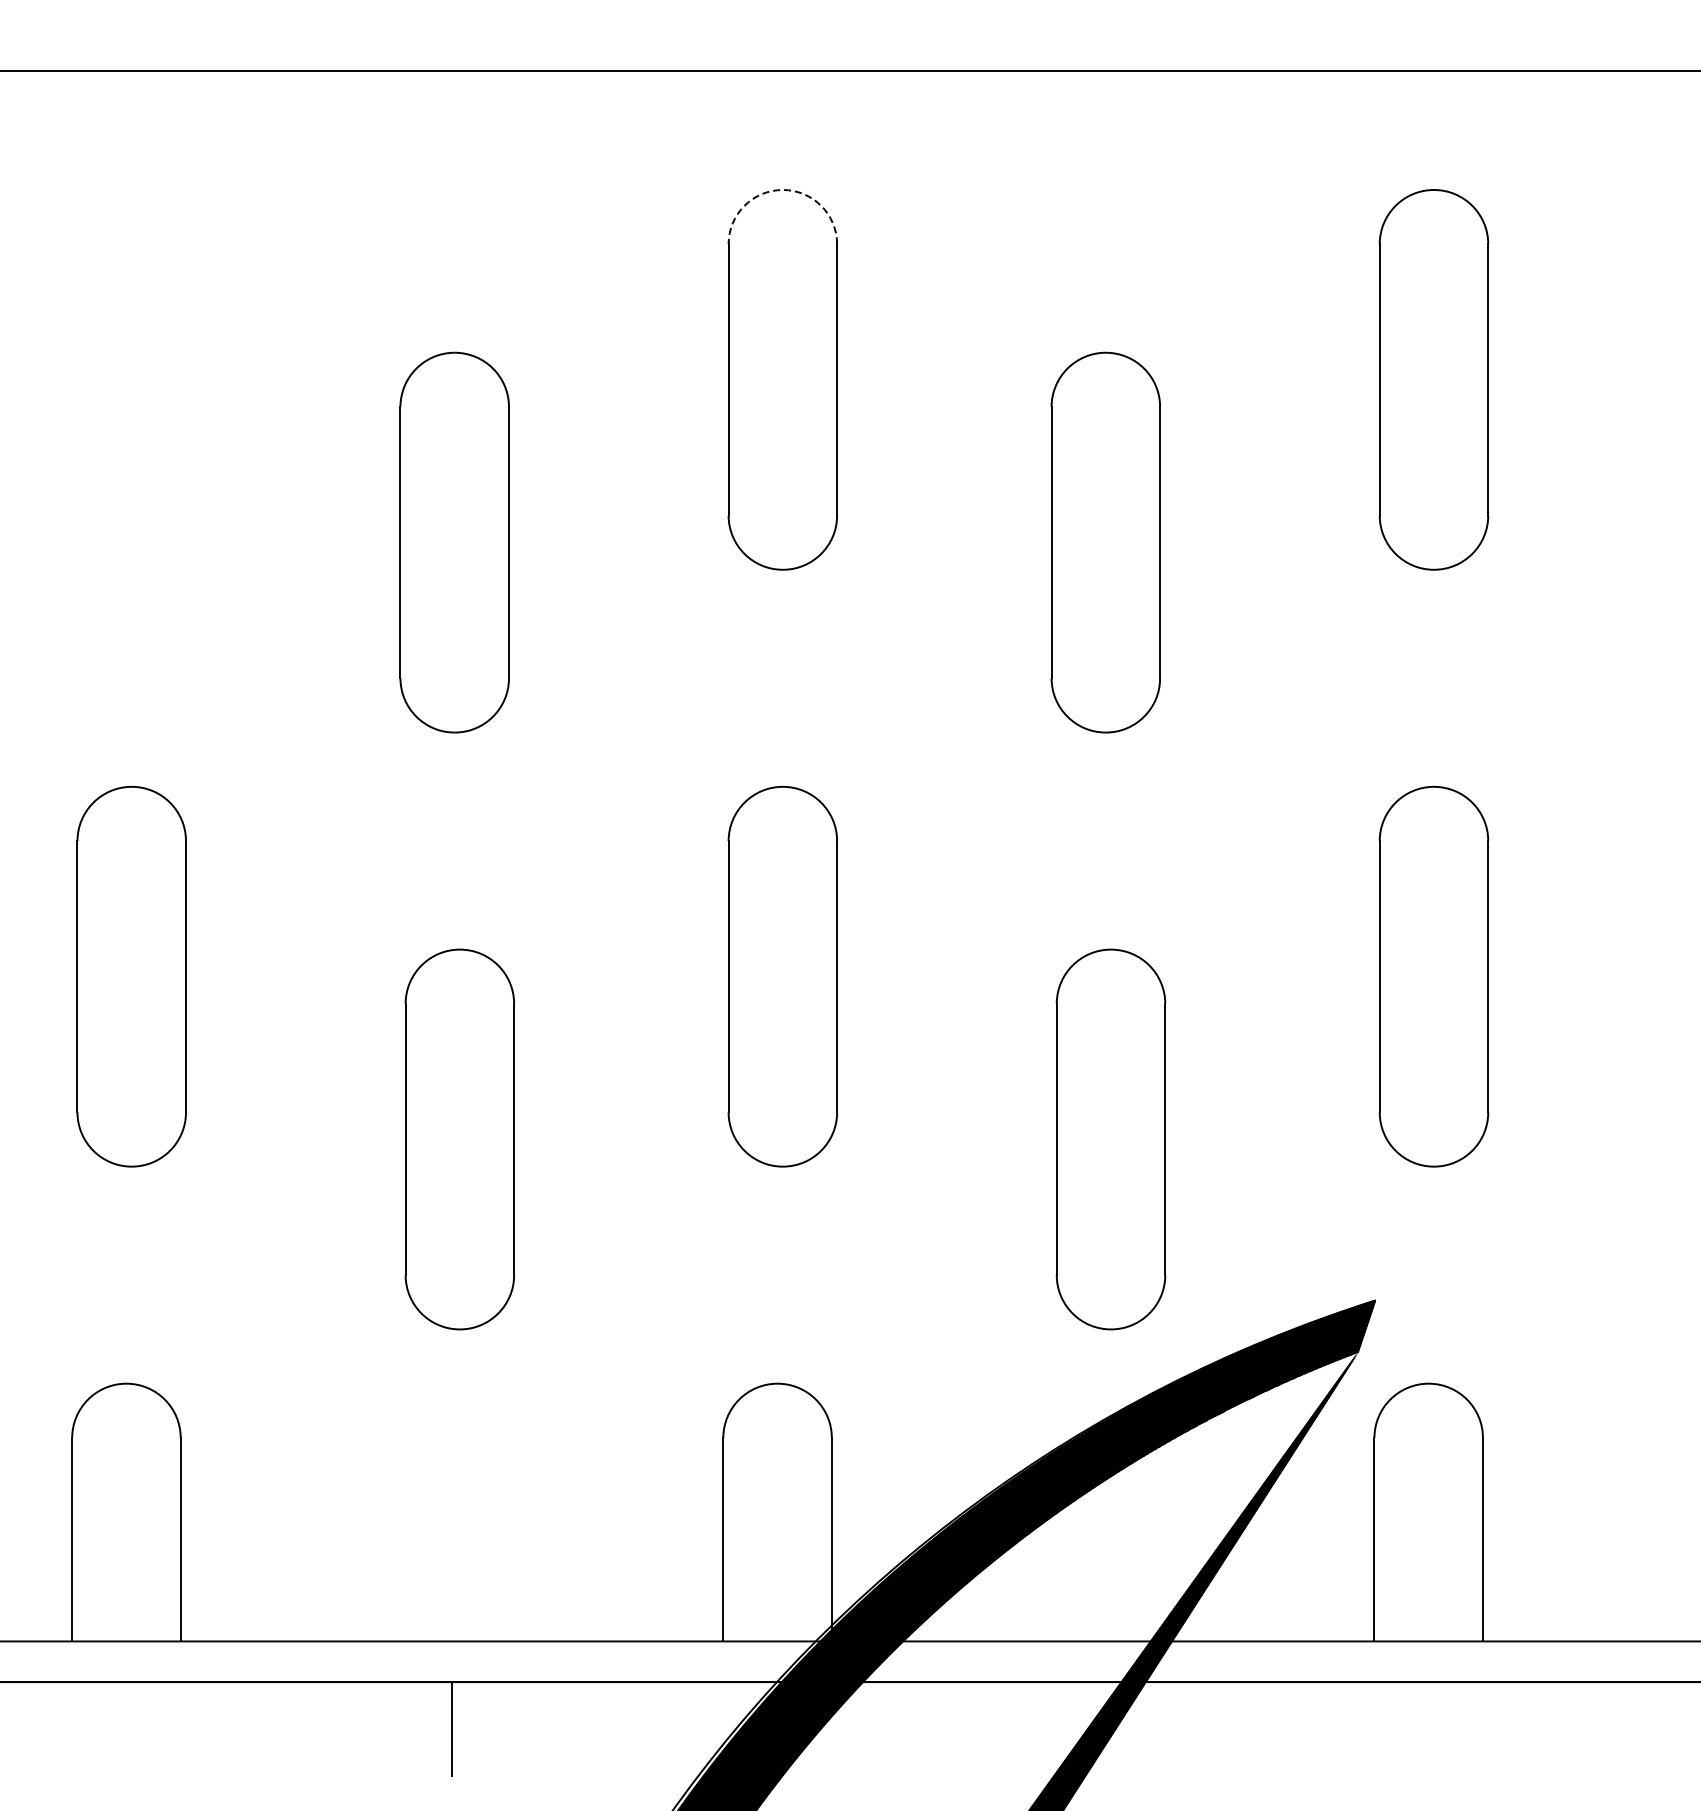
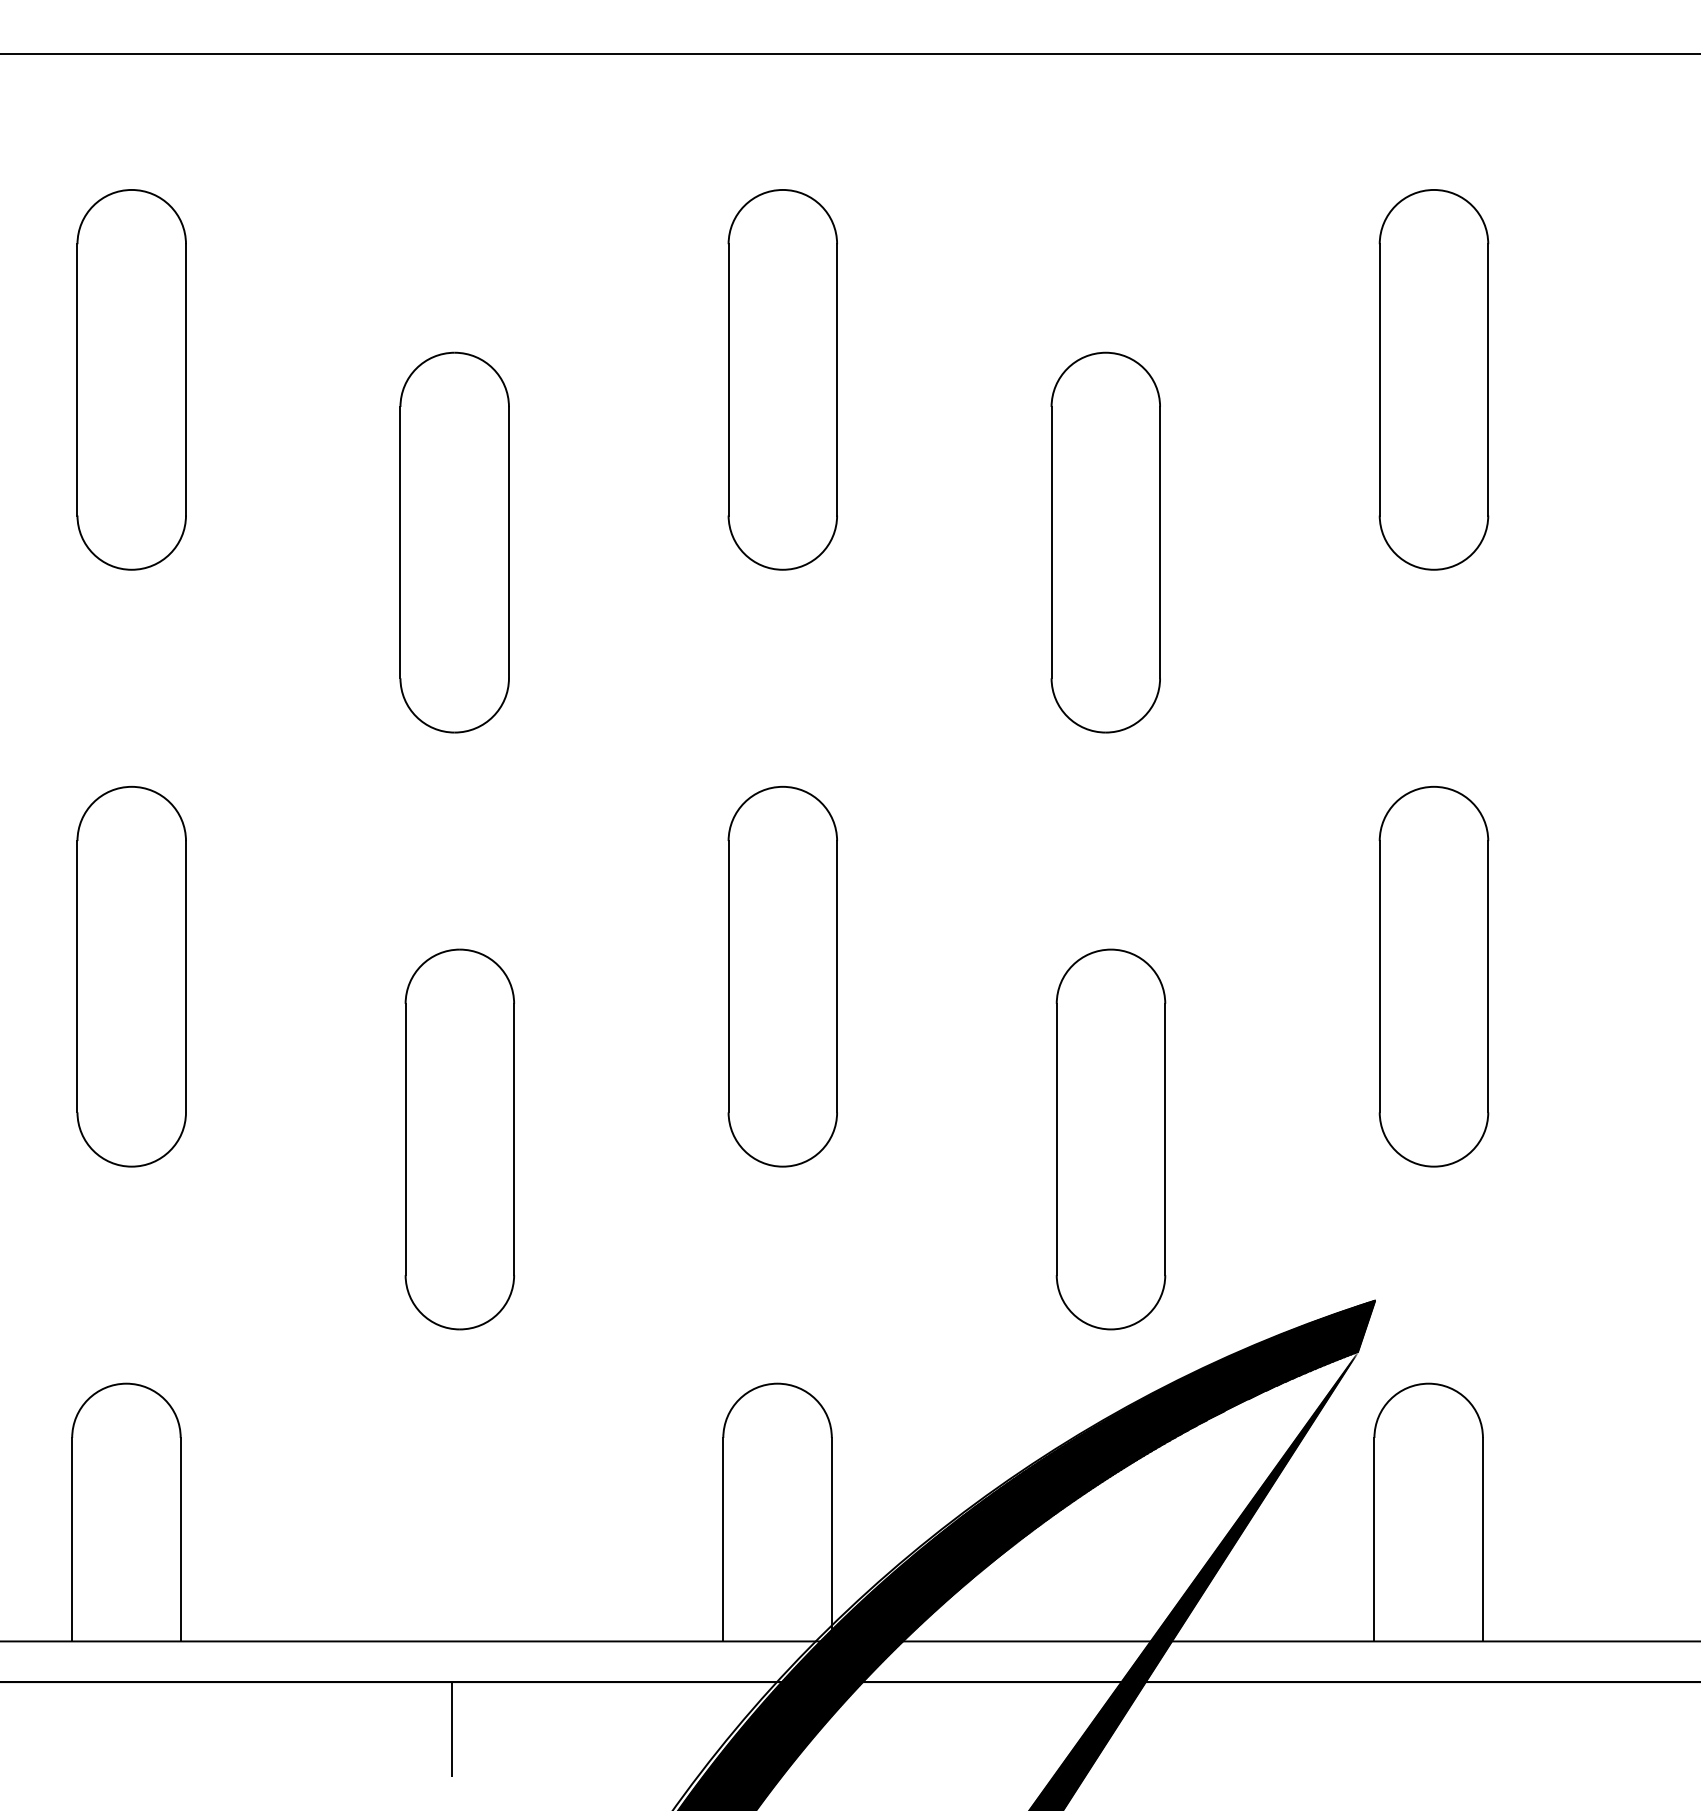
line at (849, 71) position: (849, 71) -> (849, 54)
arc at (782, 189): dashed -> solid
part at (131, 379): none -> present
